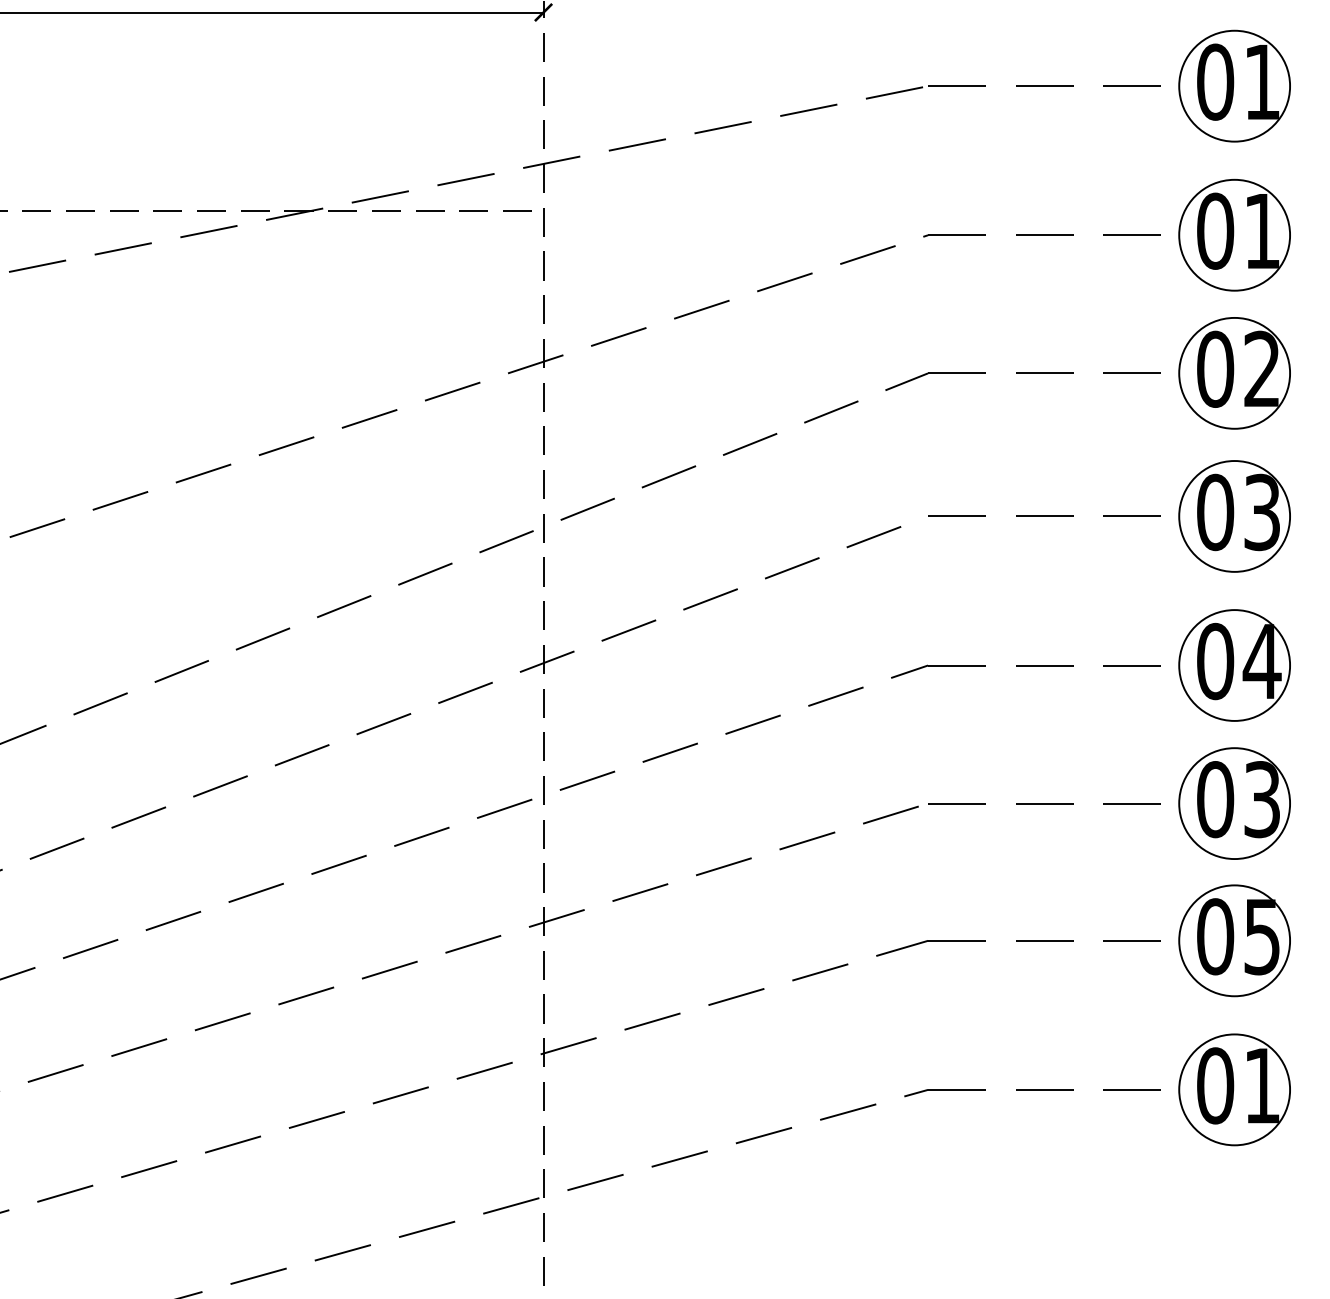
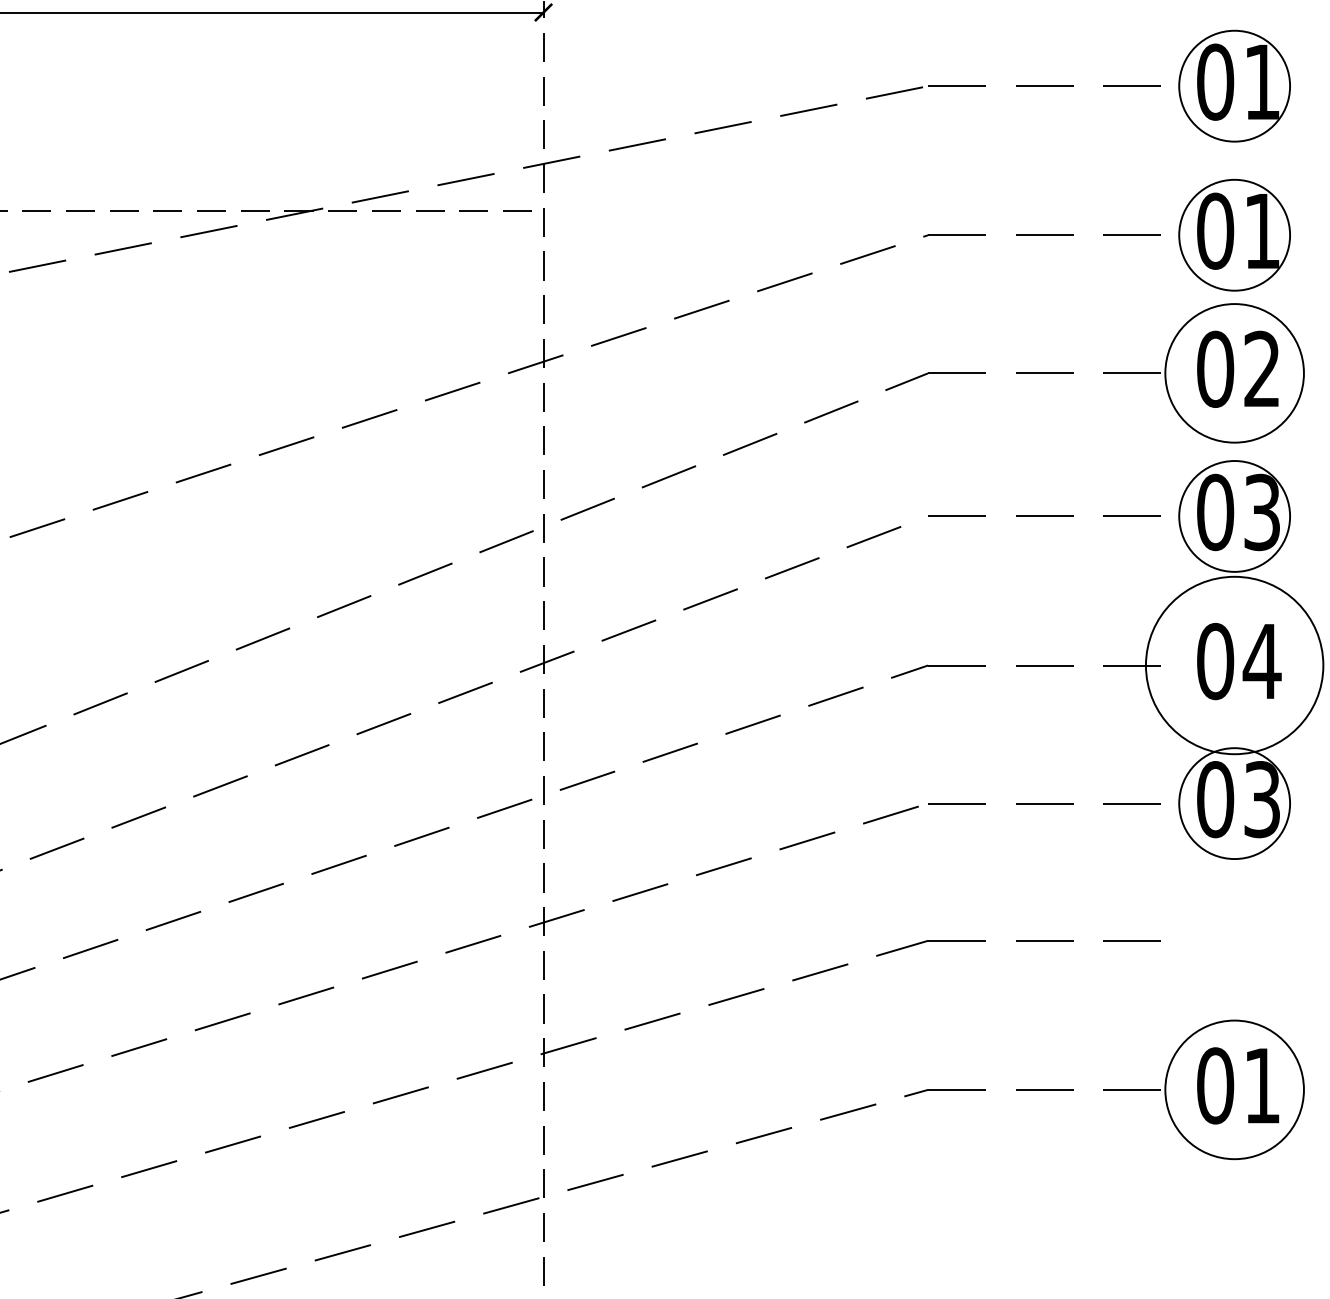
circle at (1234, 372) diameter: 111 px -> 139 px
circle at (1234, 665) diameter: 111 px -> 177 px
part at (1234, 940): present -> none
circle at (1234, 1089) diameter: 111 px -> 139 px
